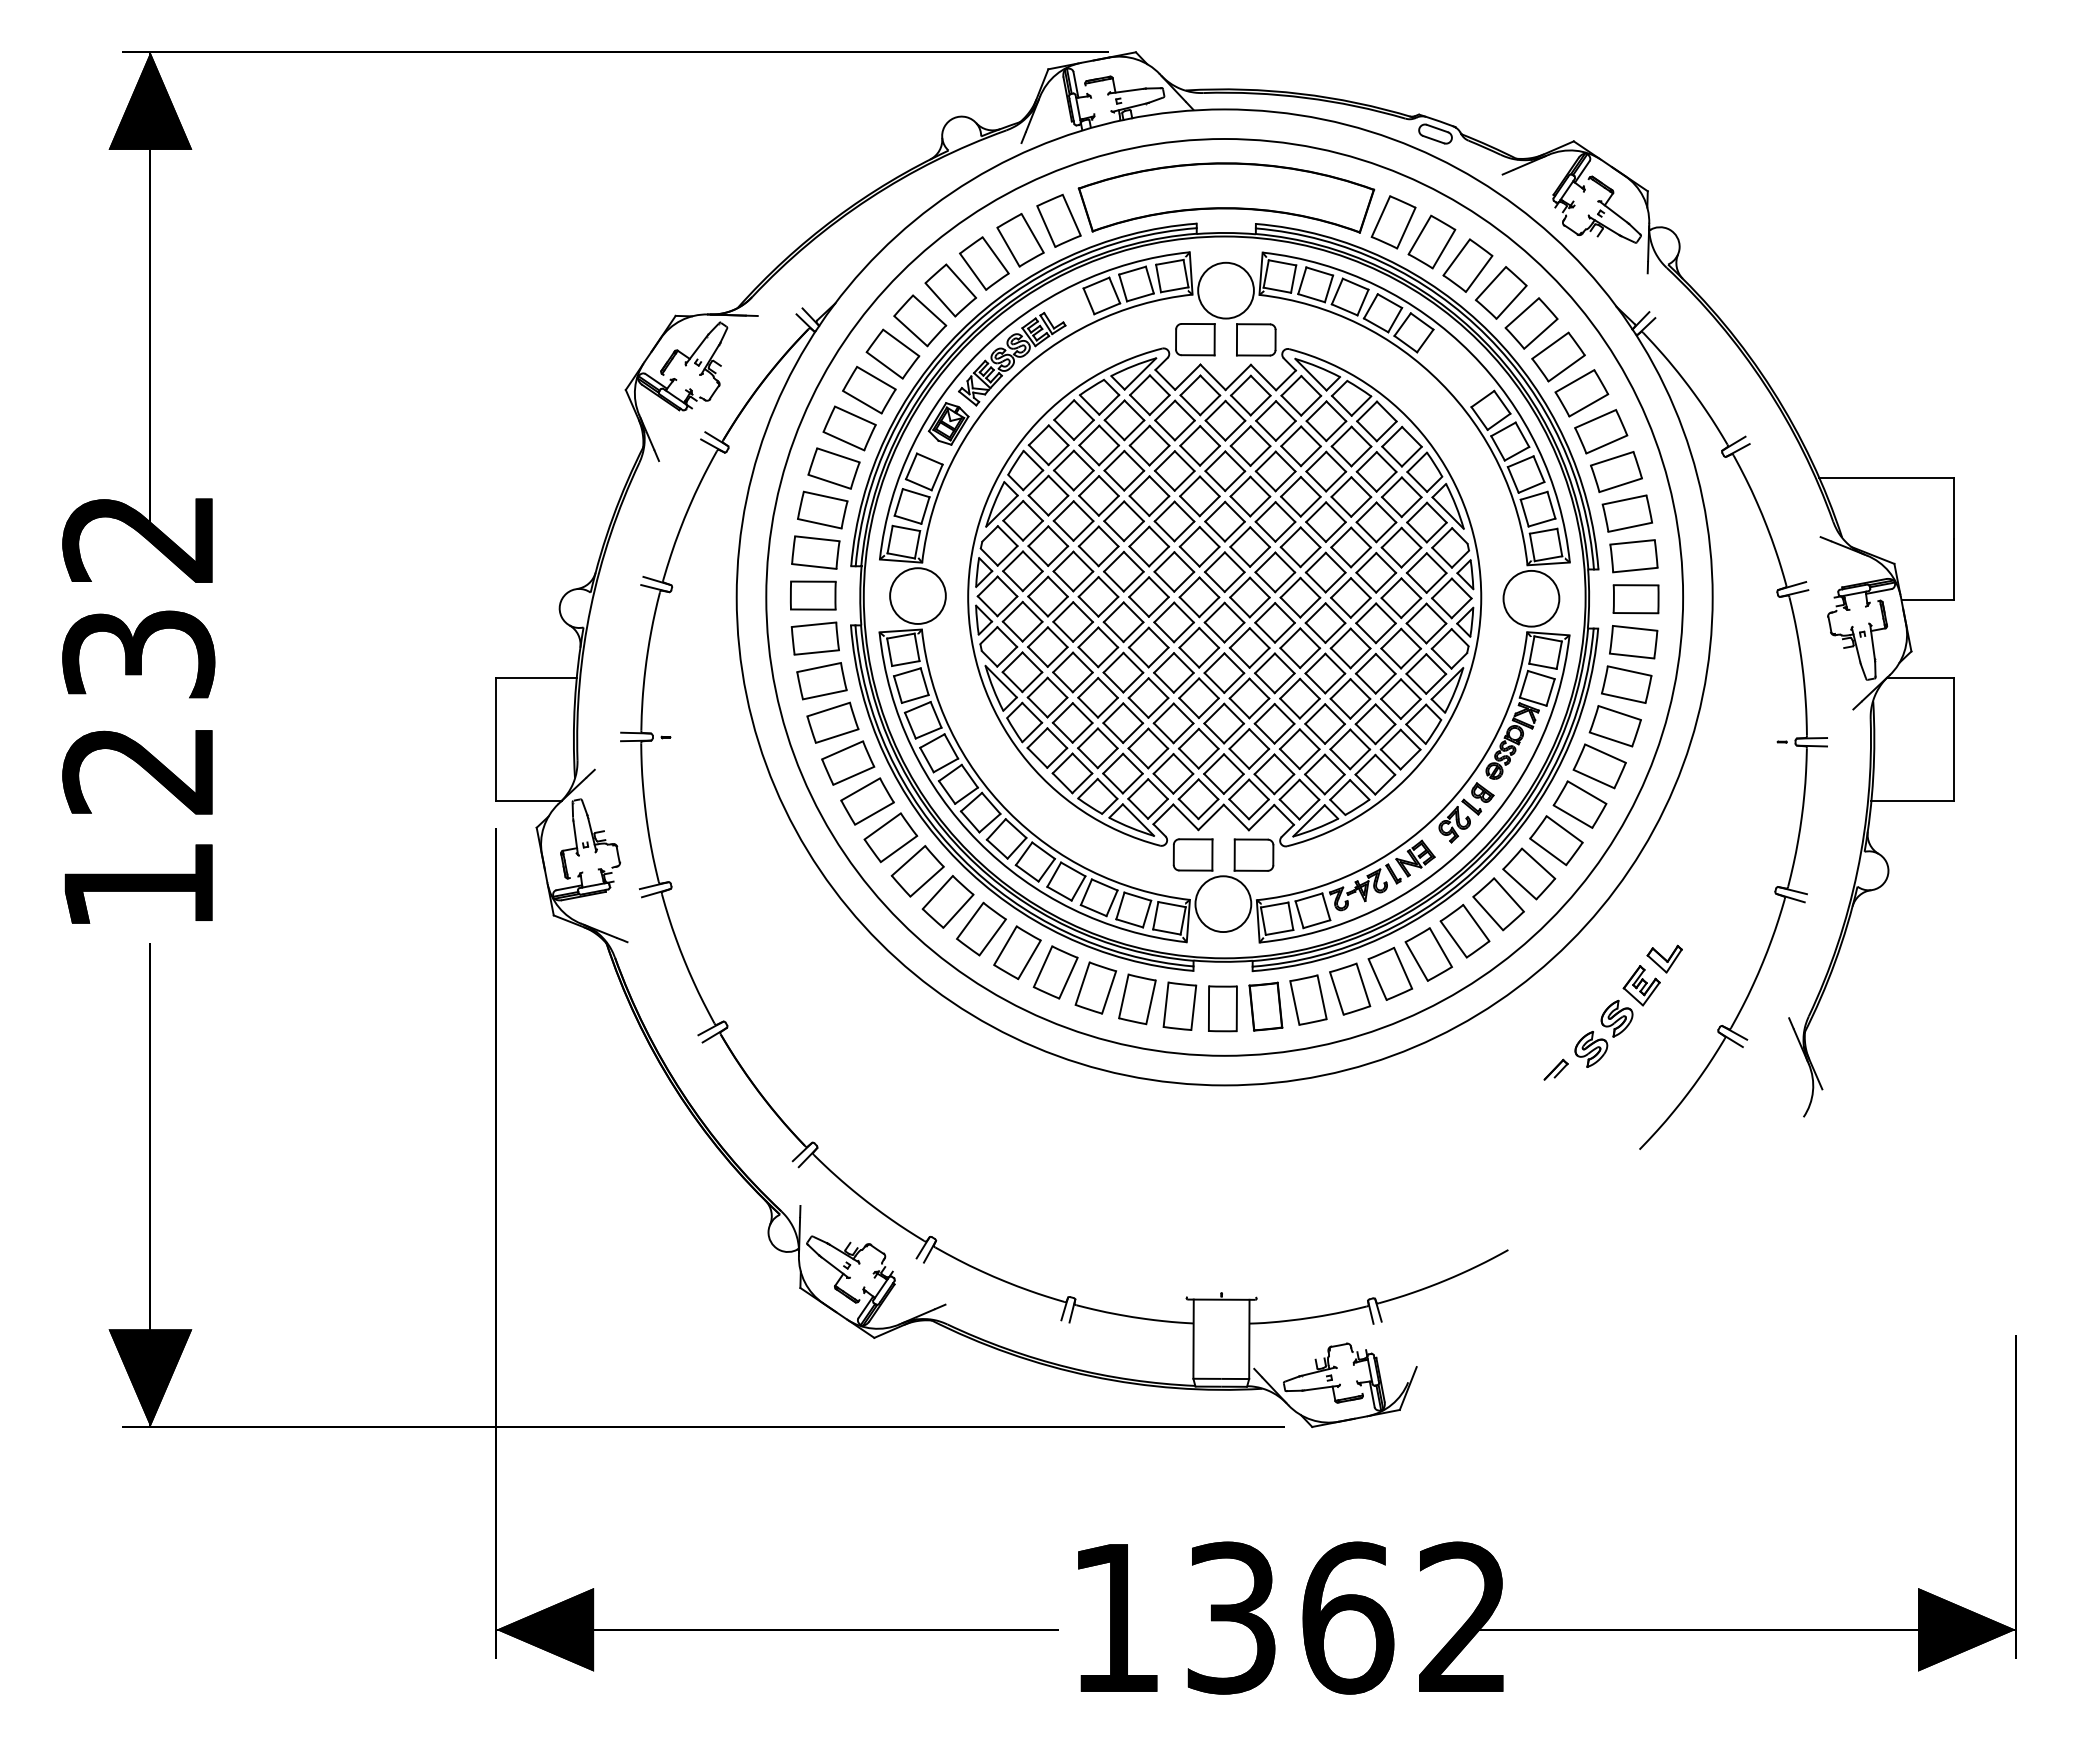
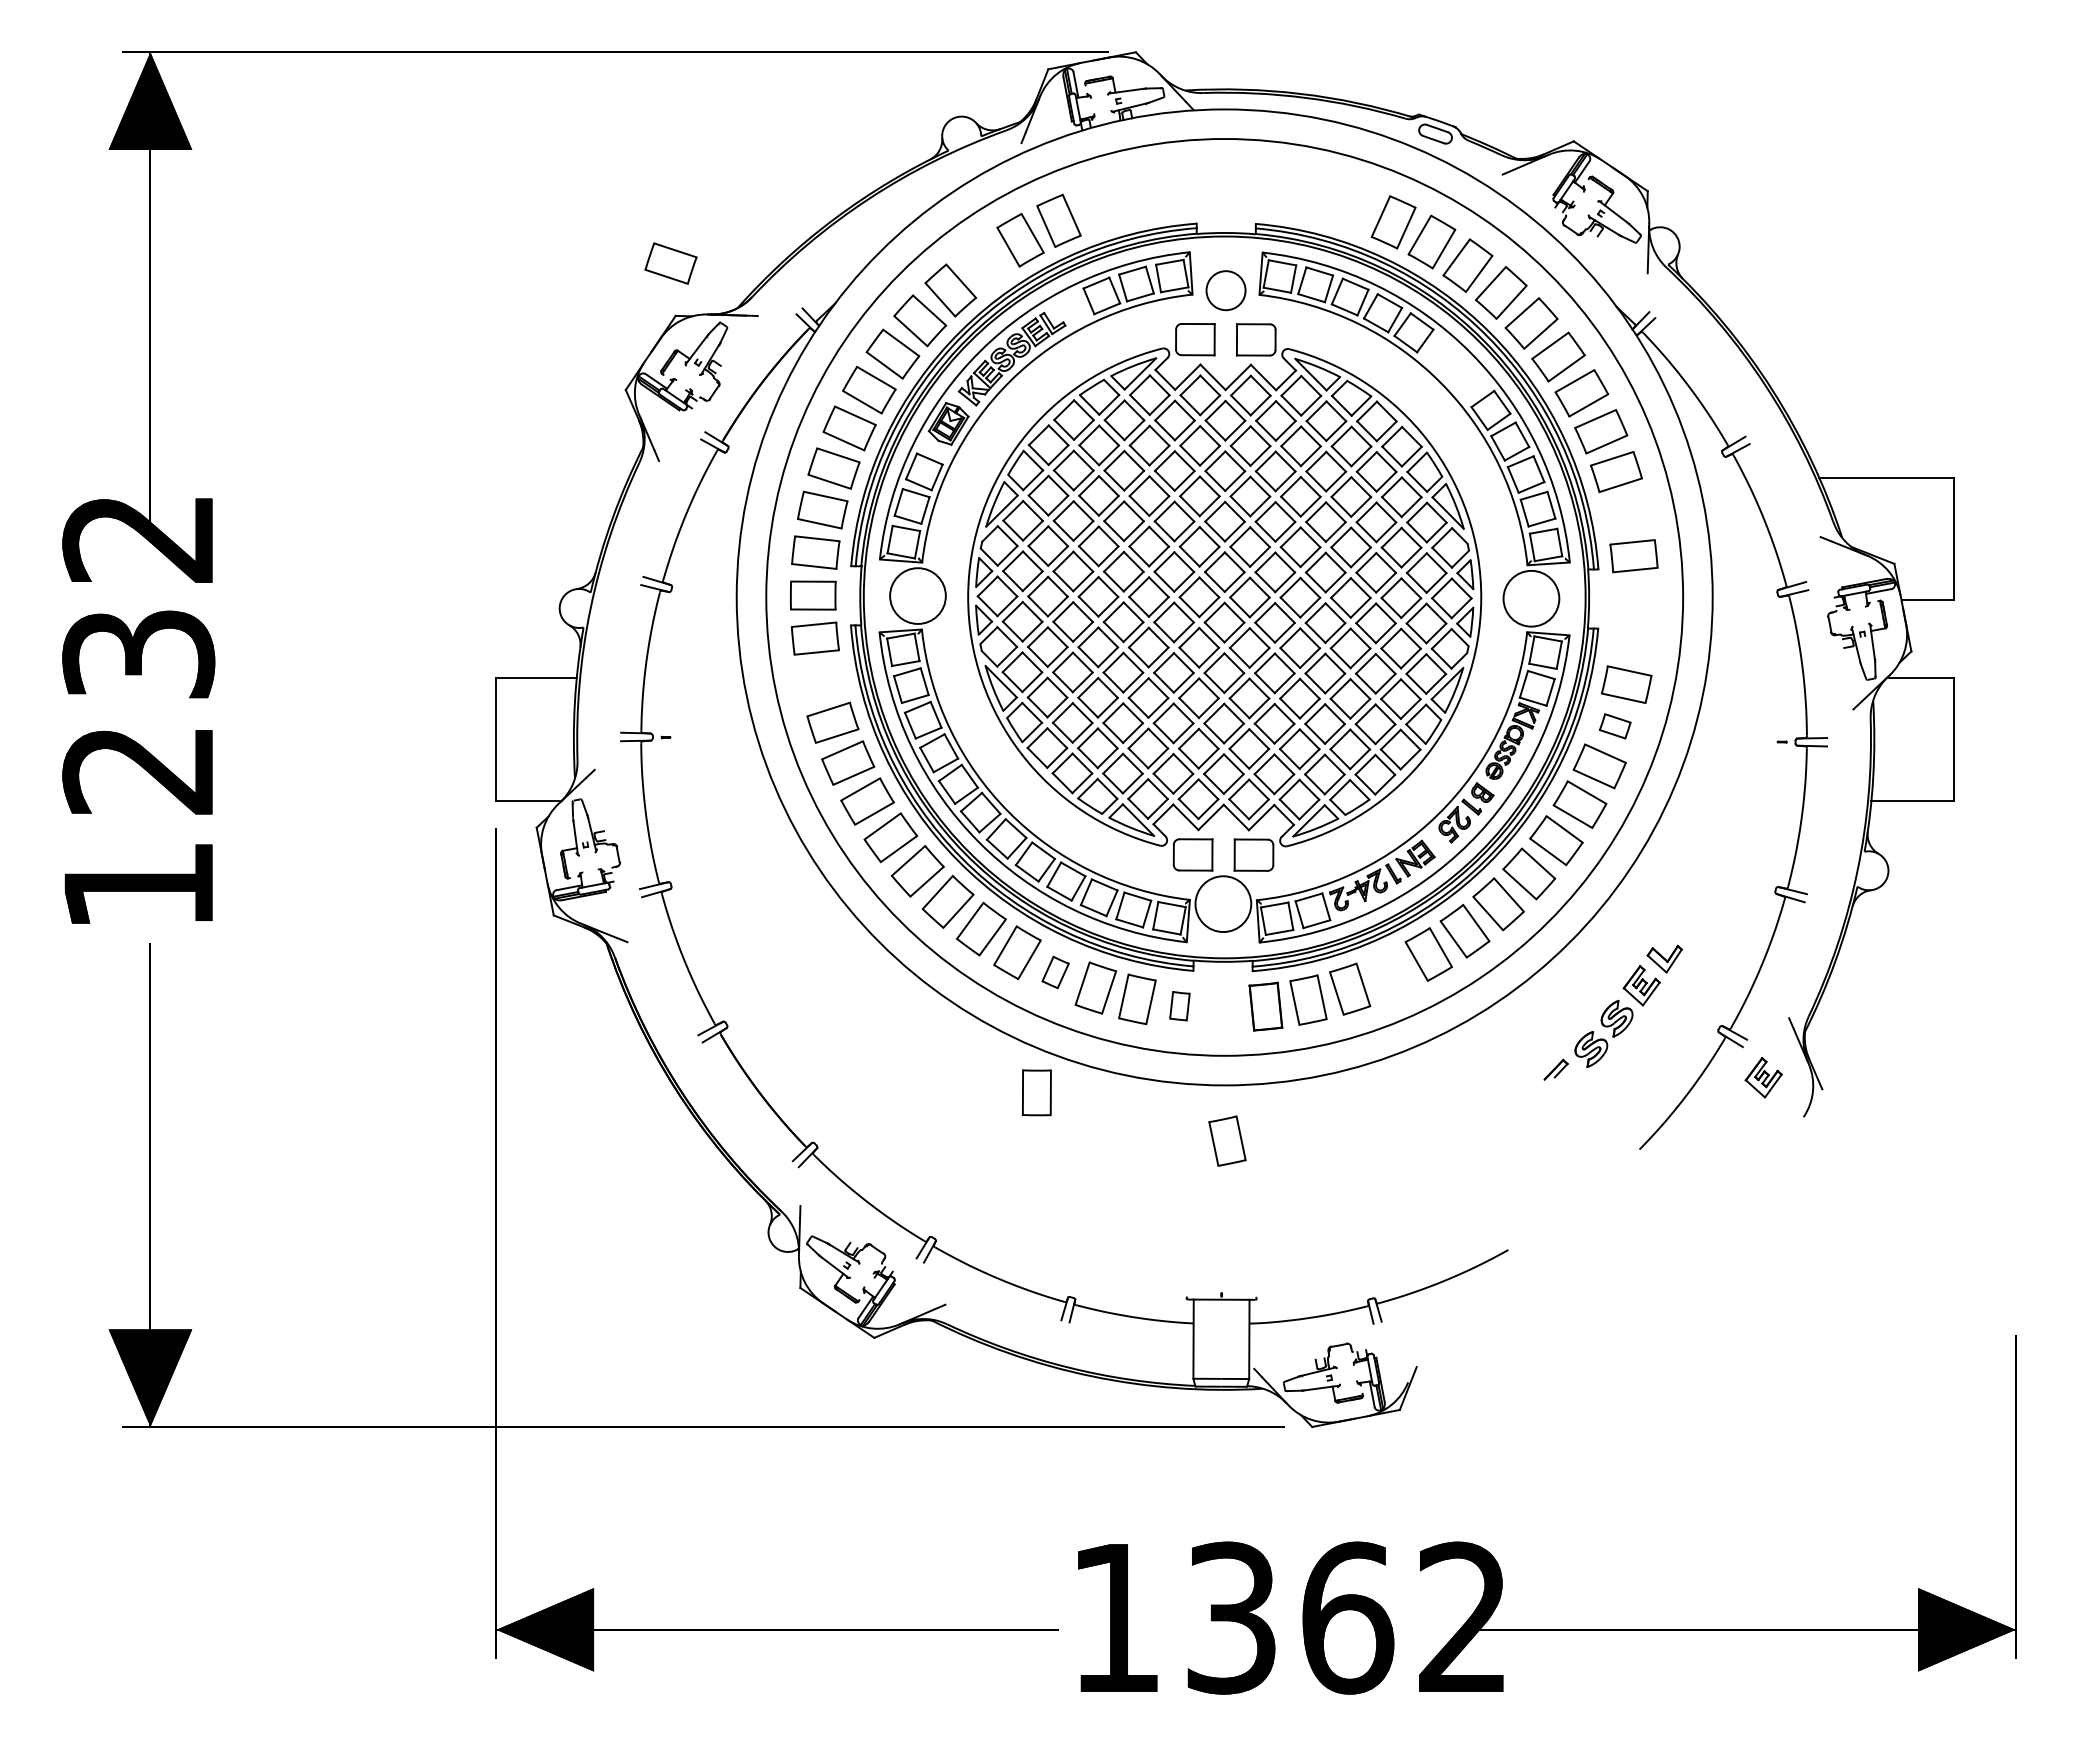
part at (1226, 197): present -> none
part at (670, 263): none -> present
part at (984, 263): present -> none
circle at (1225, 290) diameter: 56 px -> 39 px
part at (1626, 513): present -> none
part at (1635, 599): present -> none
part at (1633, 642): present -> none
part at (821, 681): present -> none
part at (1614, 726) size: 54x43 px -> 34x27 px
part at (1055, 972) size: 47x55 px -> 29x35 px
part at (1390, 973): present -> none
part at (1179, 1005) size: 36x50 px -> 22x31 px
part at (1222, 1008) position: (1222, 1008) -> (1036, 1092)
part at (1763, 1077): none -> present
part at (1227, 1140): none -> present
